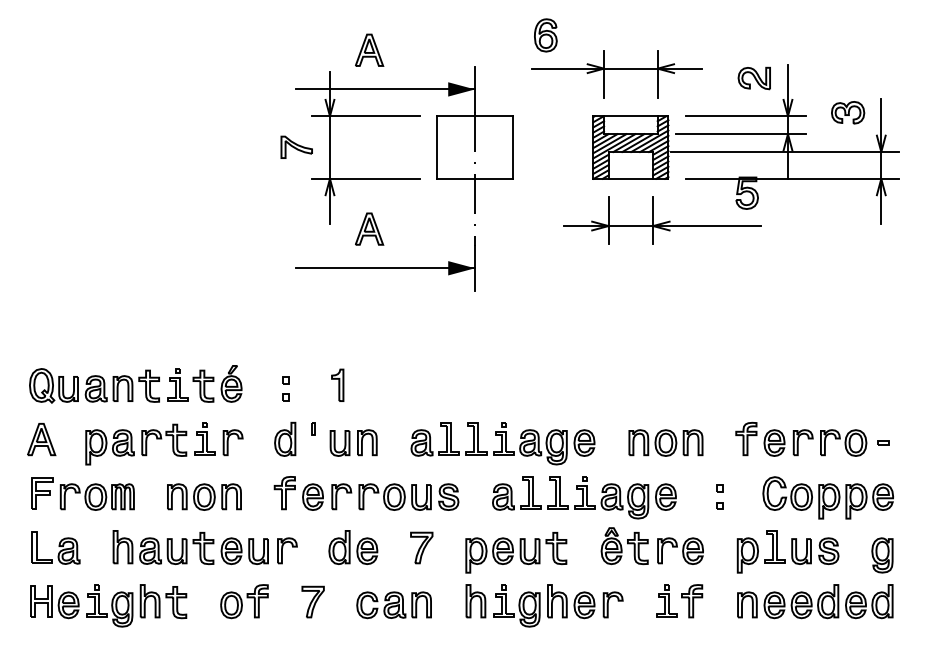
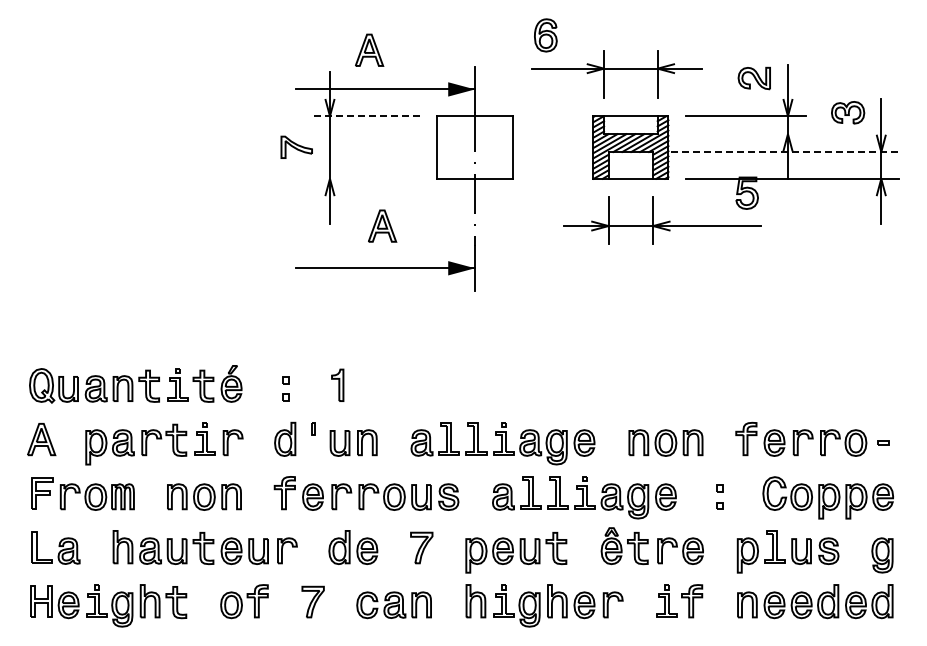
line at (365, 116): solid -> dashed
line at (740, 134): present -> none
line at (785, 152): solid -> dashed
line at (365, 178): present -> none
part at (369, 228) position: (369, 228) -> (382, 225)
